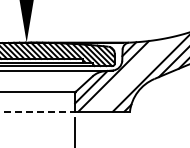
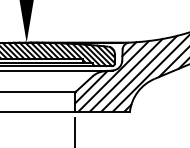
line at (139, 73): none -> present
line at (125, 75): none -> present
line at (38, 111): dashed -> solid
